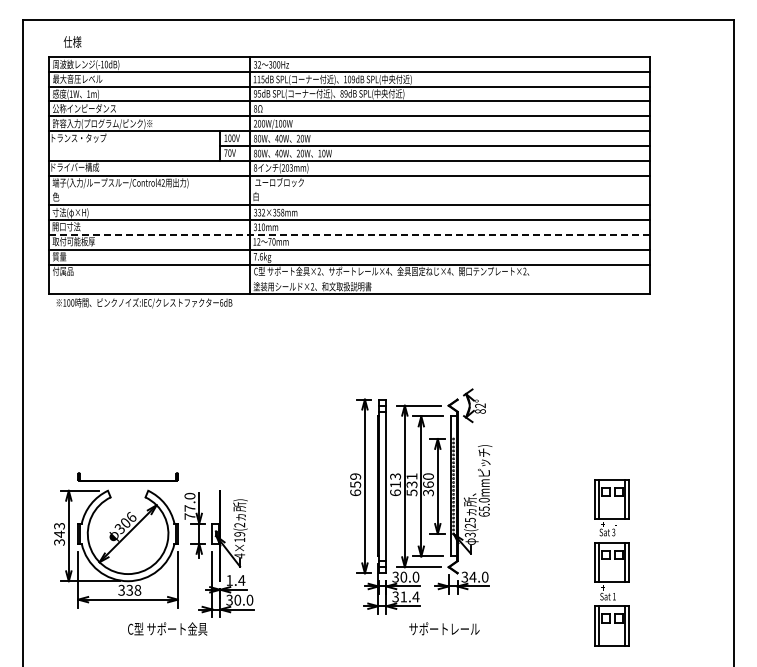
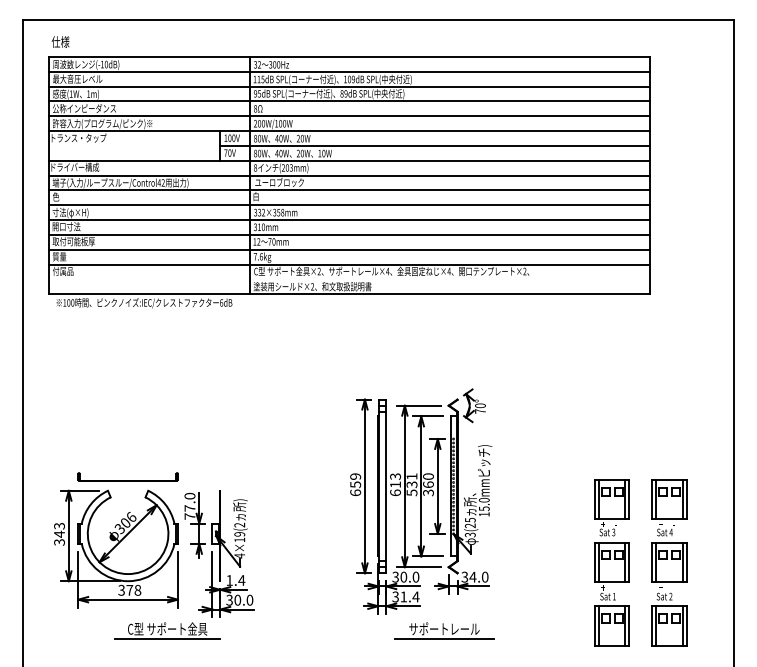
text at (72, 41) position: (72, 41) -> (60, 41)
line at (349, 190): none -> present
line at (349, 234): dashed -> solid
text at (480, 408): 82° -> 70°
text at (483, 514): 65.0mm -> 15.0mm
part at (669, 562): none -> present
text at (129, 589): 338 -> 378
line at (167, 639): none -> present
line at (443, 639): none -> present
